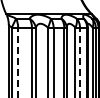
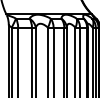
line at (18, 62): dashed -> solid
line at (80, 62): dashed -> solid
